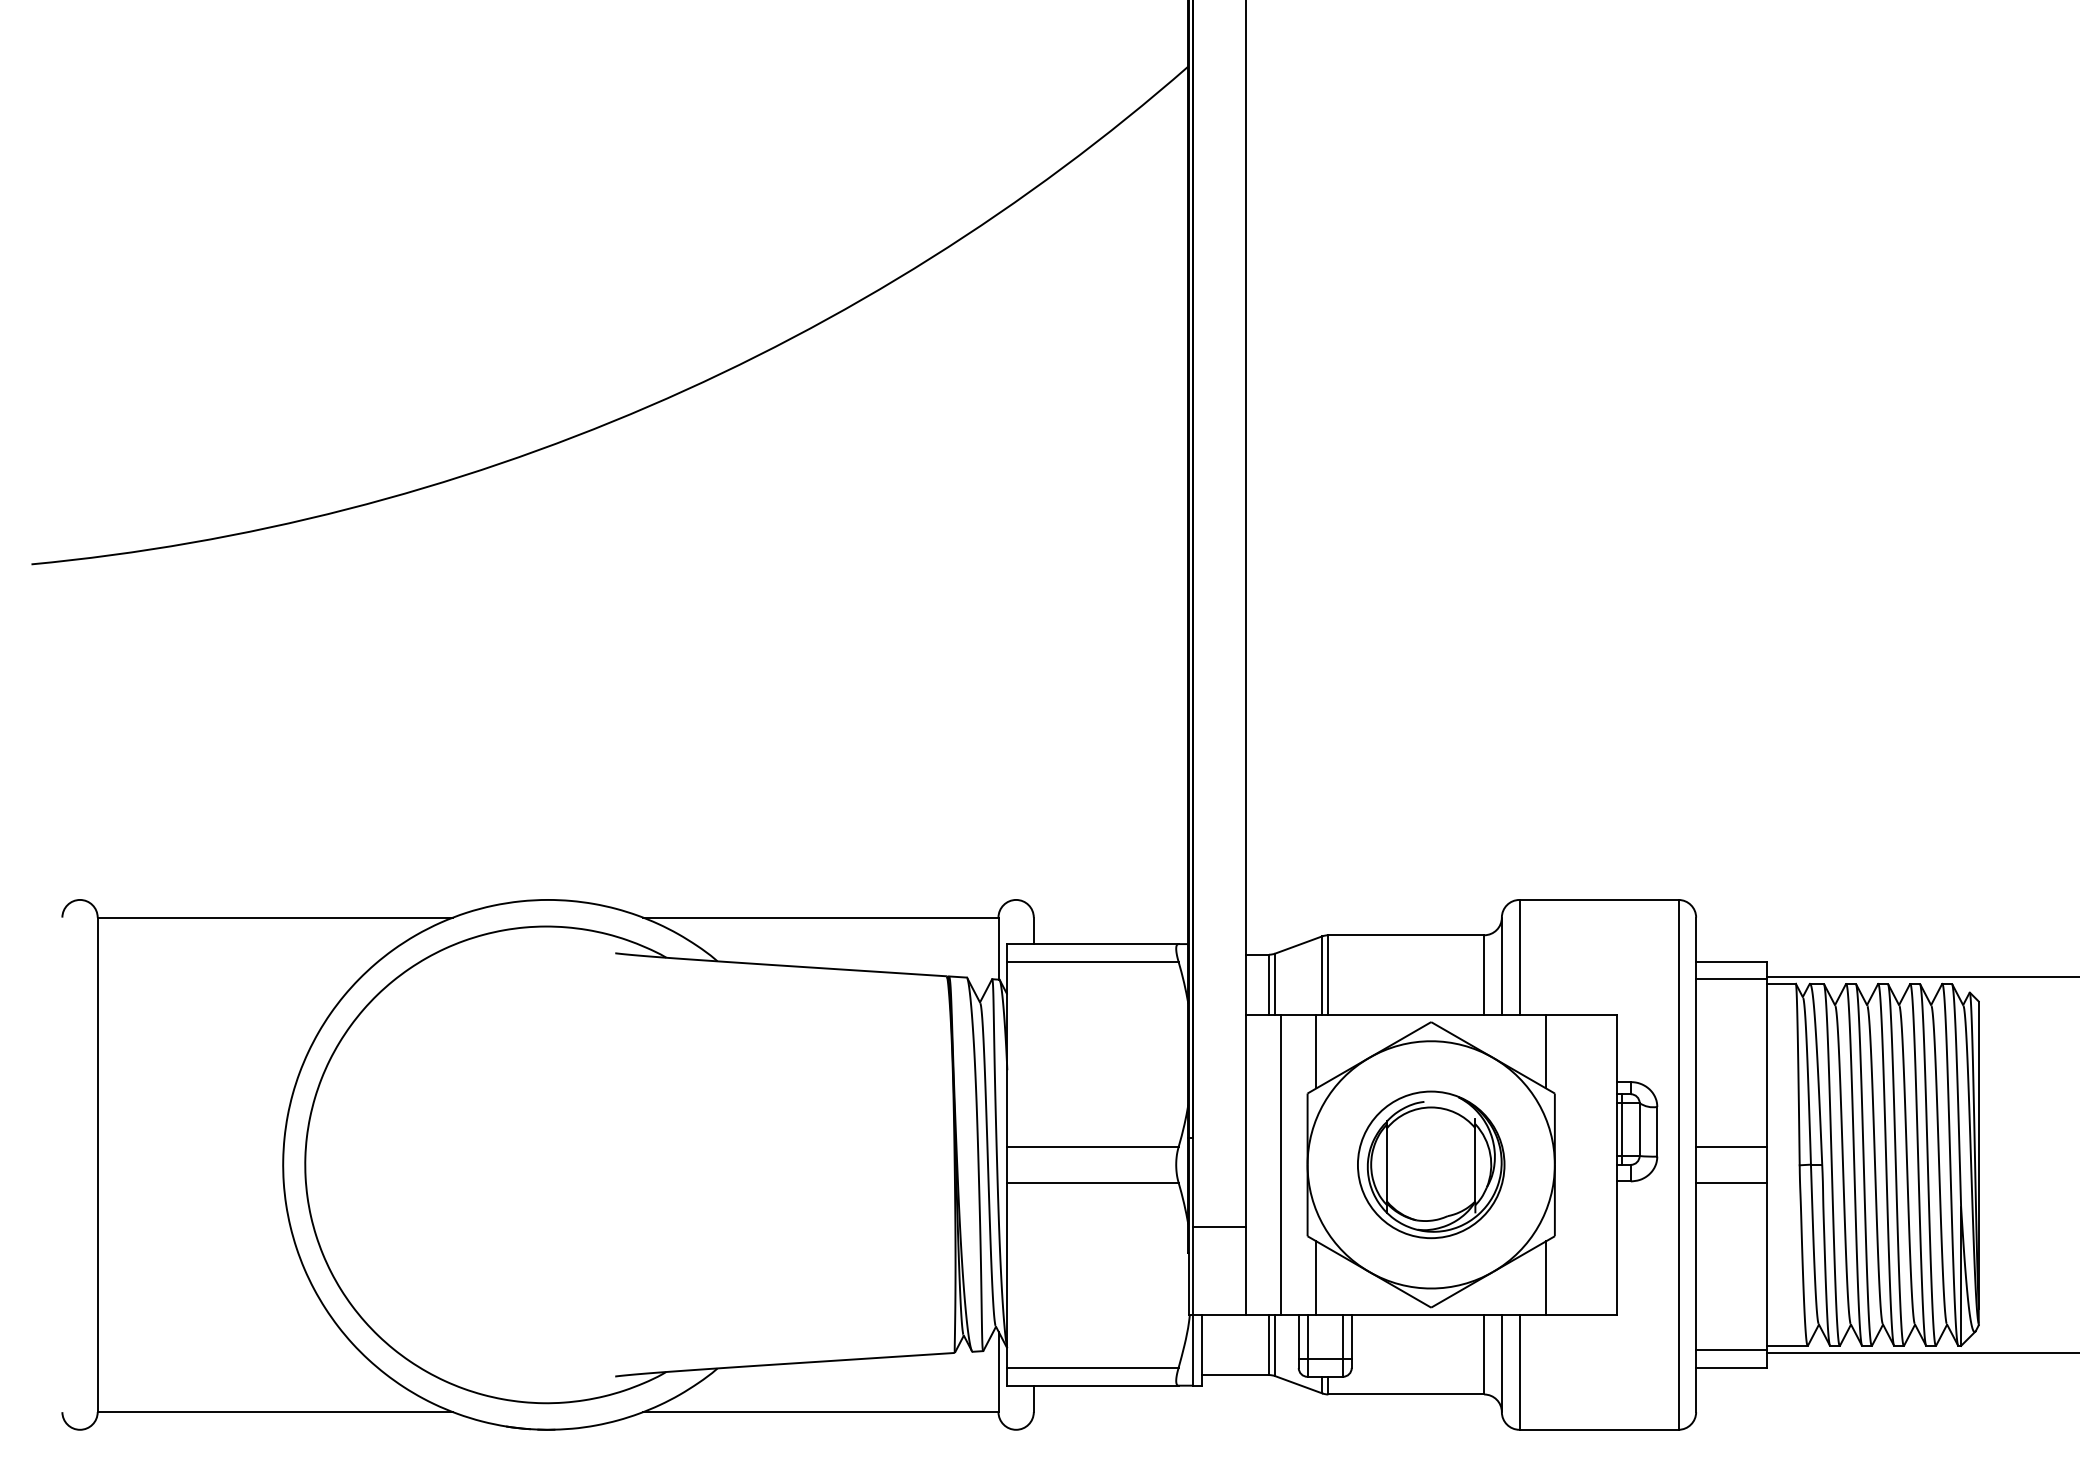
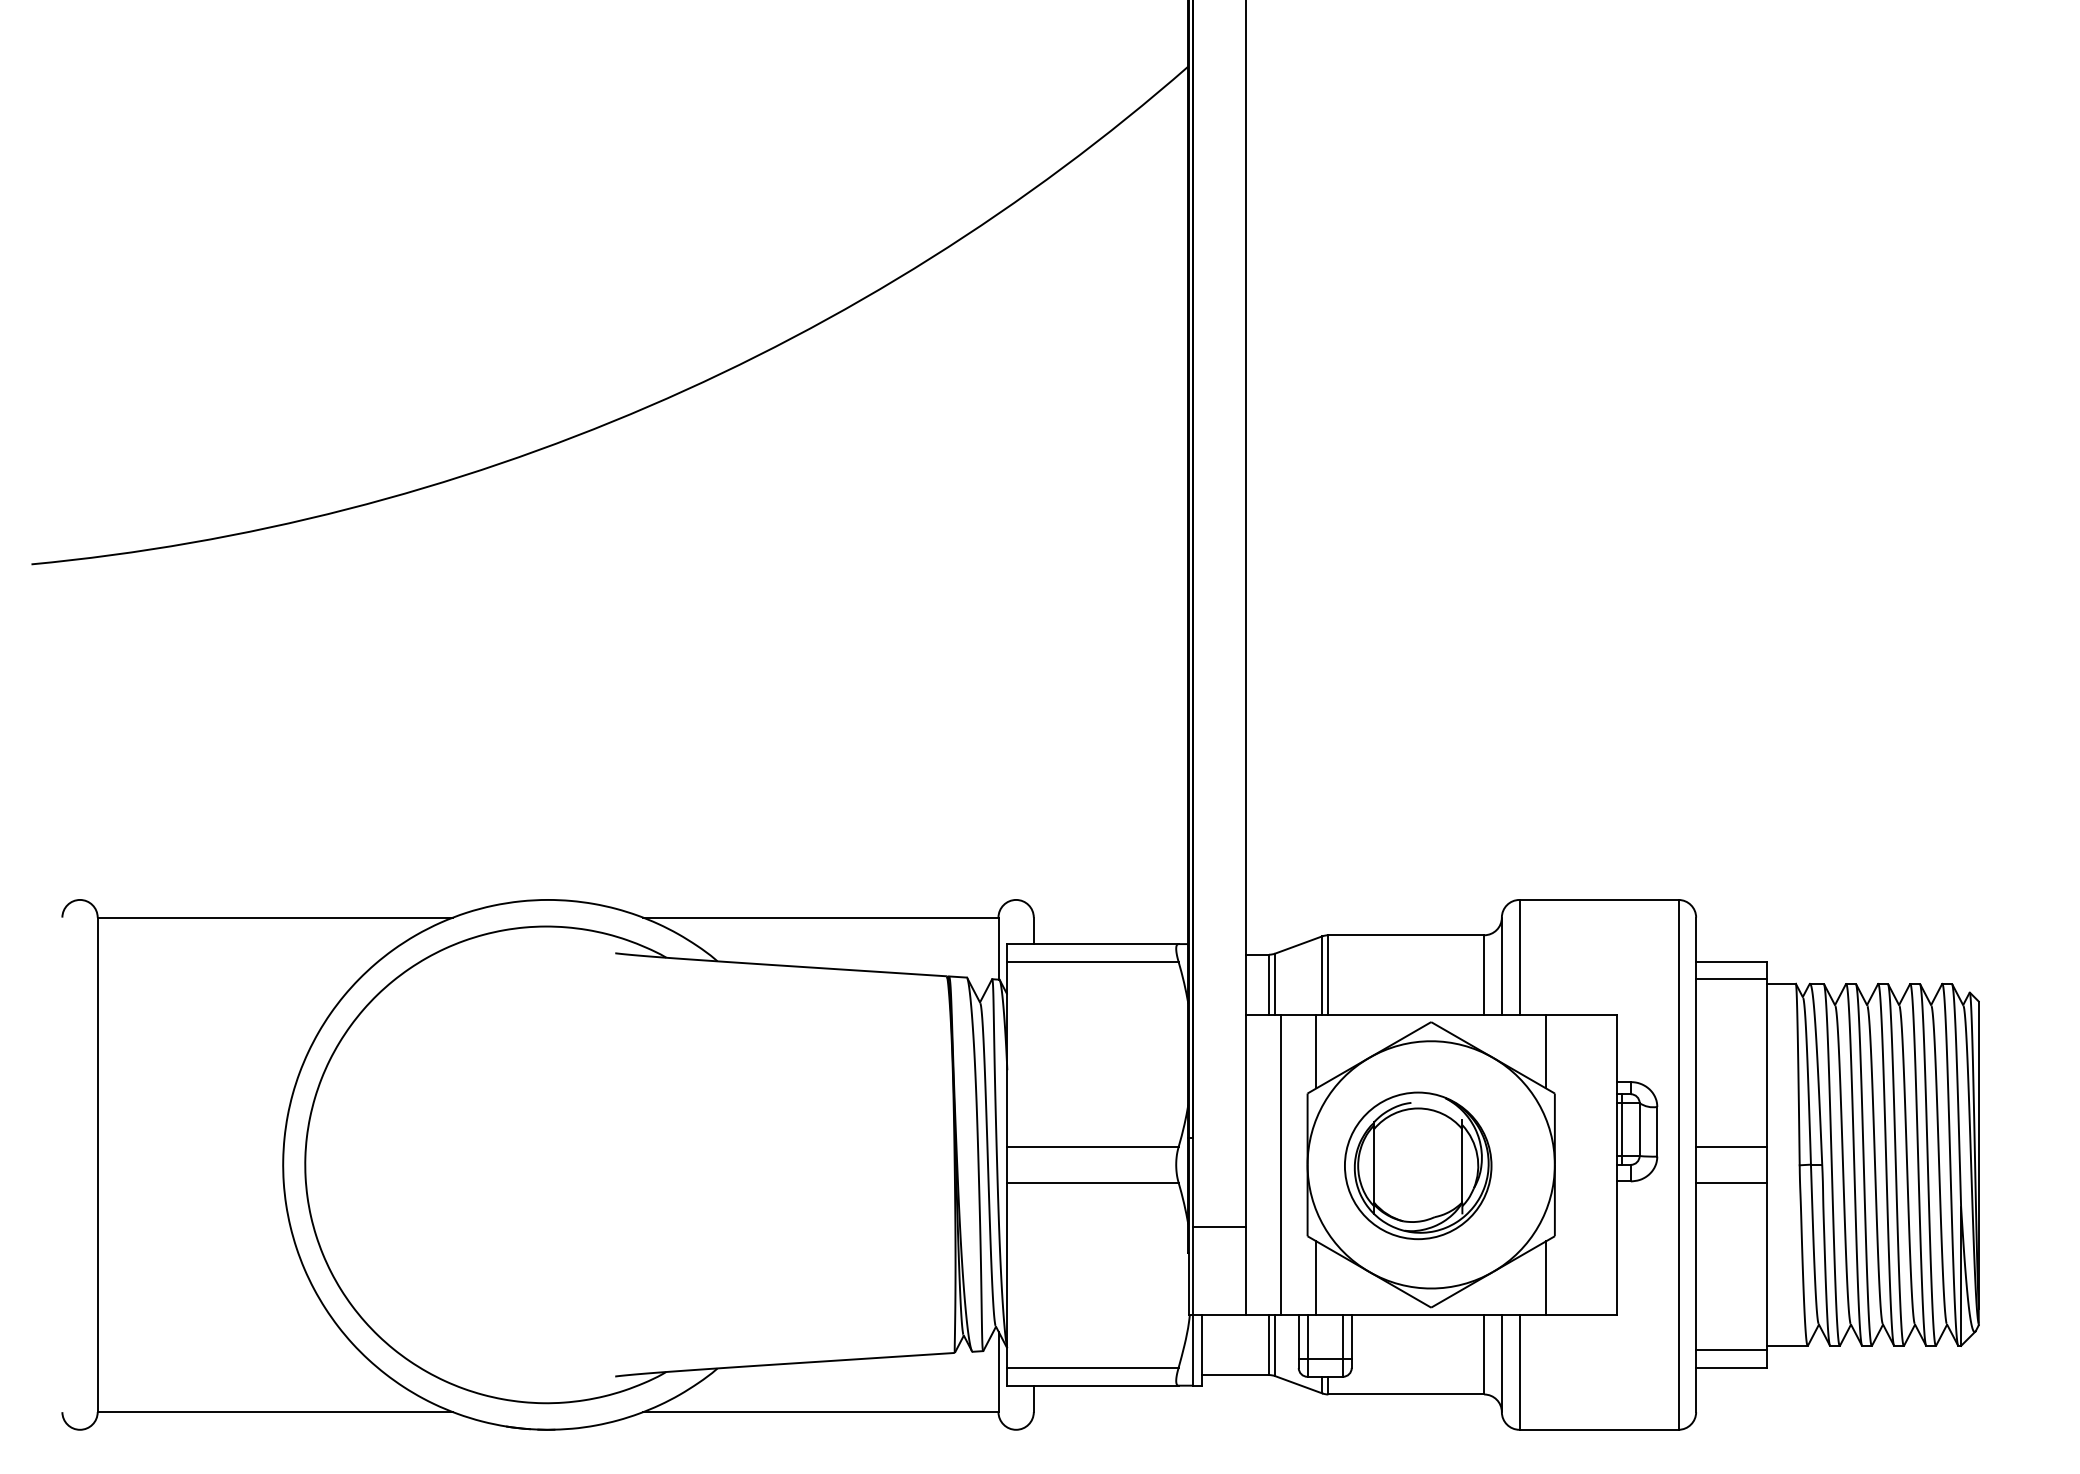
line at (1921, 976): present -> none
part at (1431, 1164) position: (1431, 1164) -> (1418, 1165)
line at (1921, 1352): present -> none
